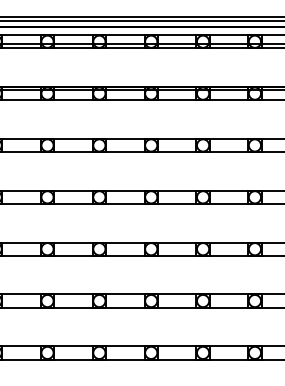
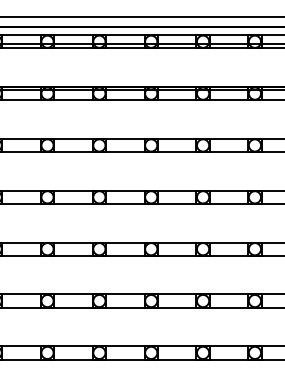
line at (141, 20): present -> none
